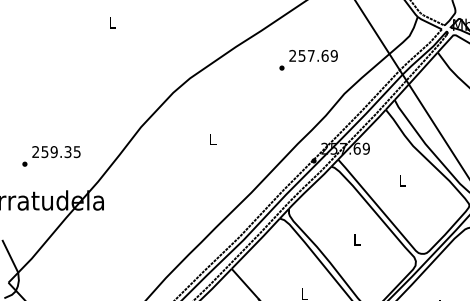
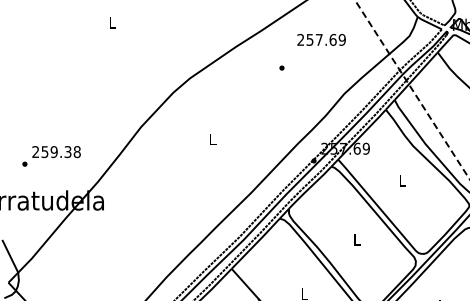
text at (313, 55) position: (313, 55) -> (321, 39)
line at (412, 90): solid -> dashed
text at (76, 151): 259.35 -> 259.38
